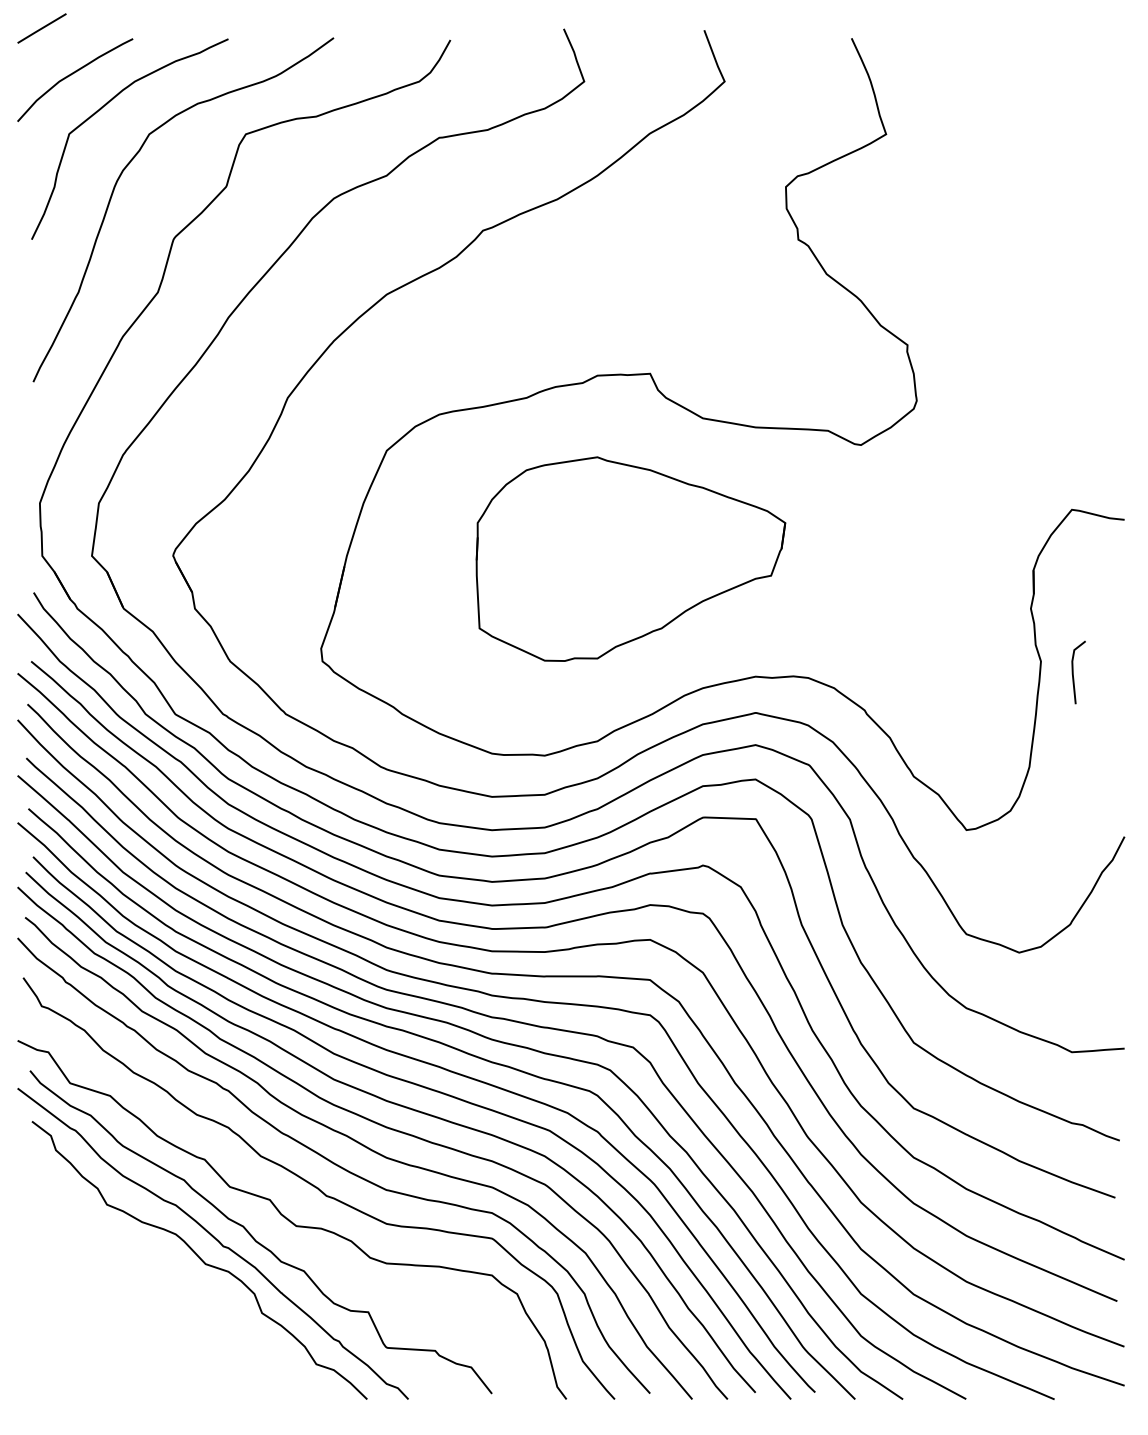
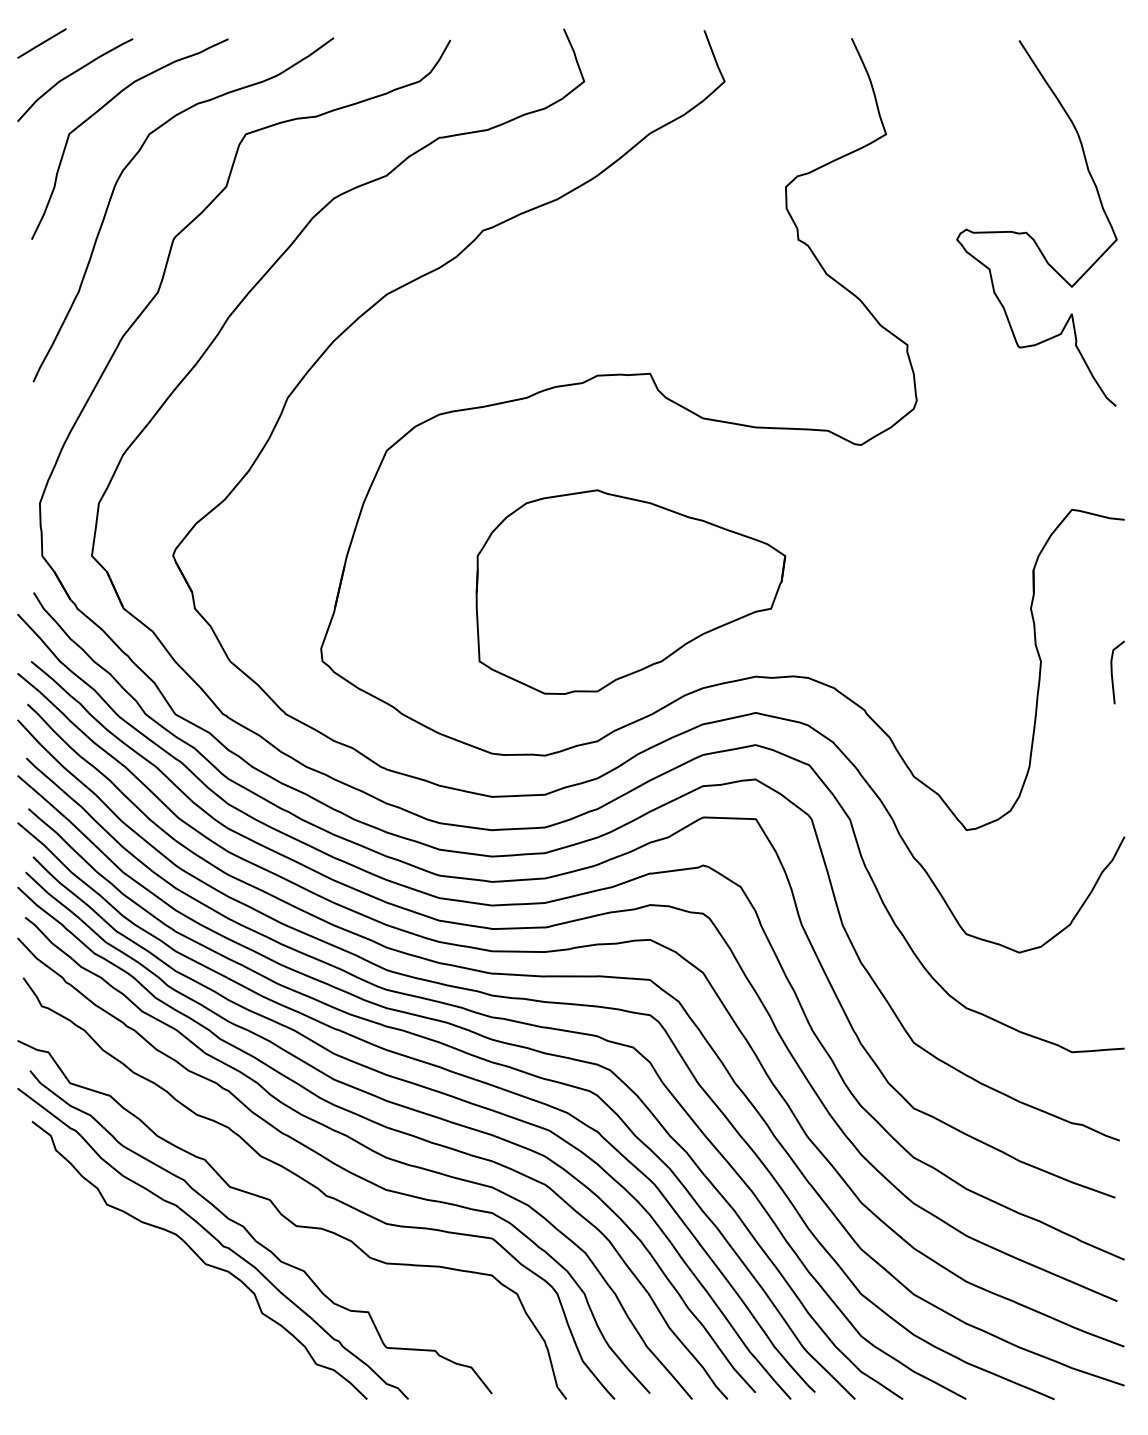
line at (41, 28) position: (41, 28) -> (41, 43)
curve at (1027, 232): none -> present
part at (630, 558) position: (630, 558) -> (630, 591)
line at (1073, 672) position: (1073, 672) -> (1112, 672)
